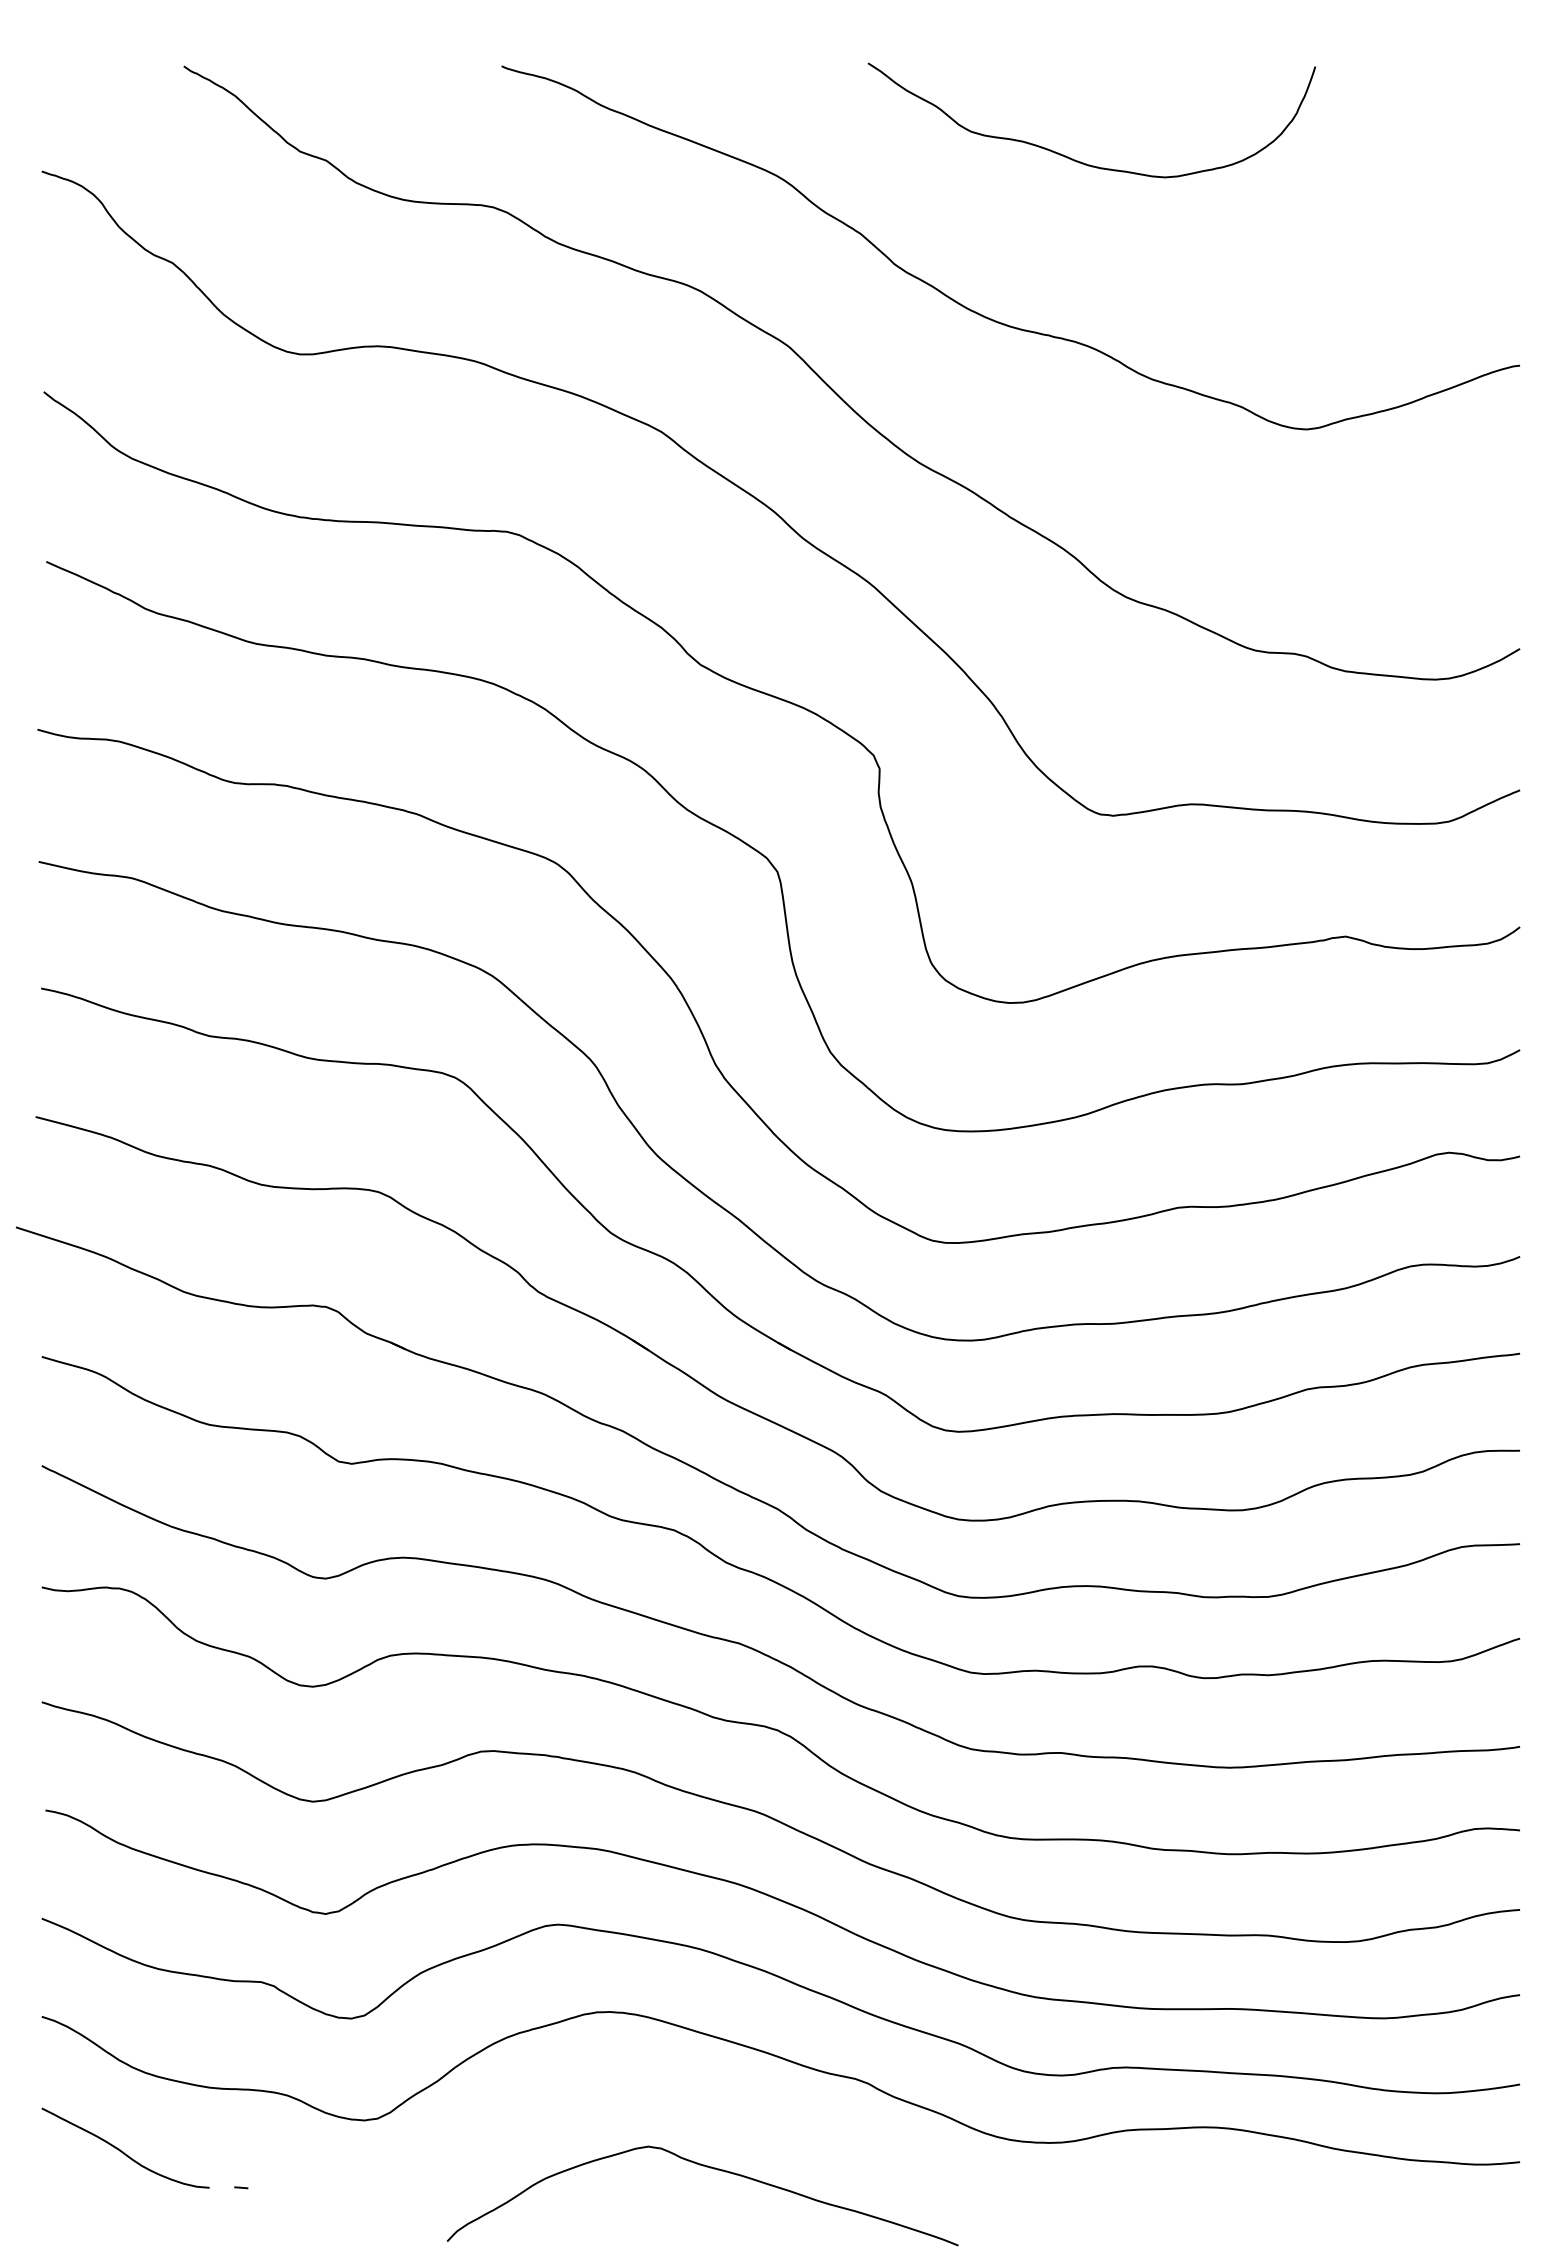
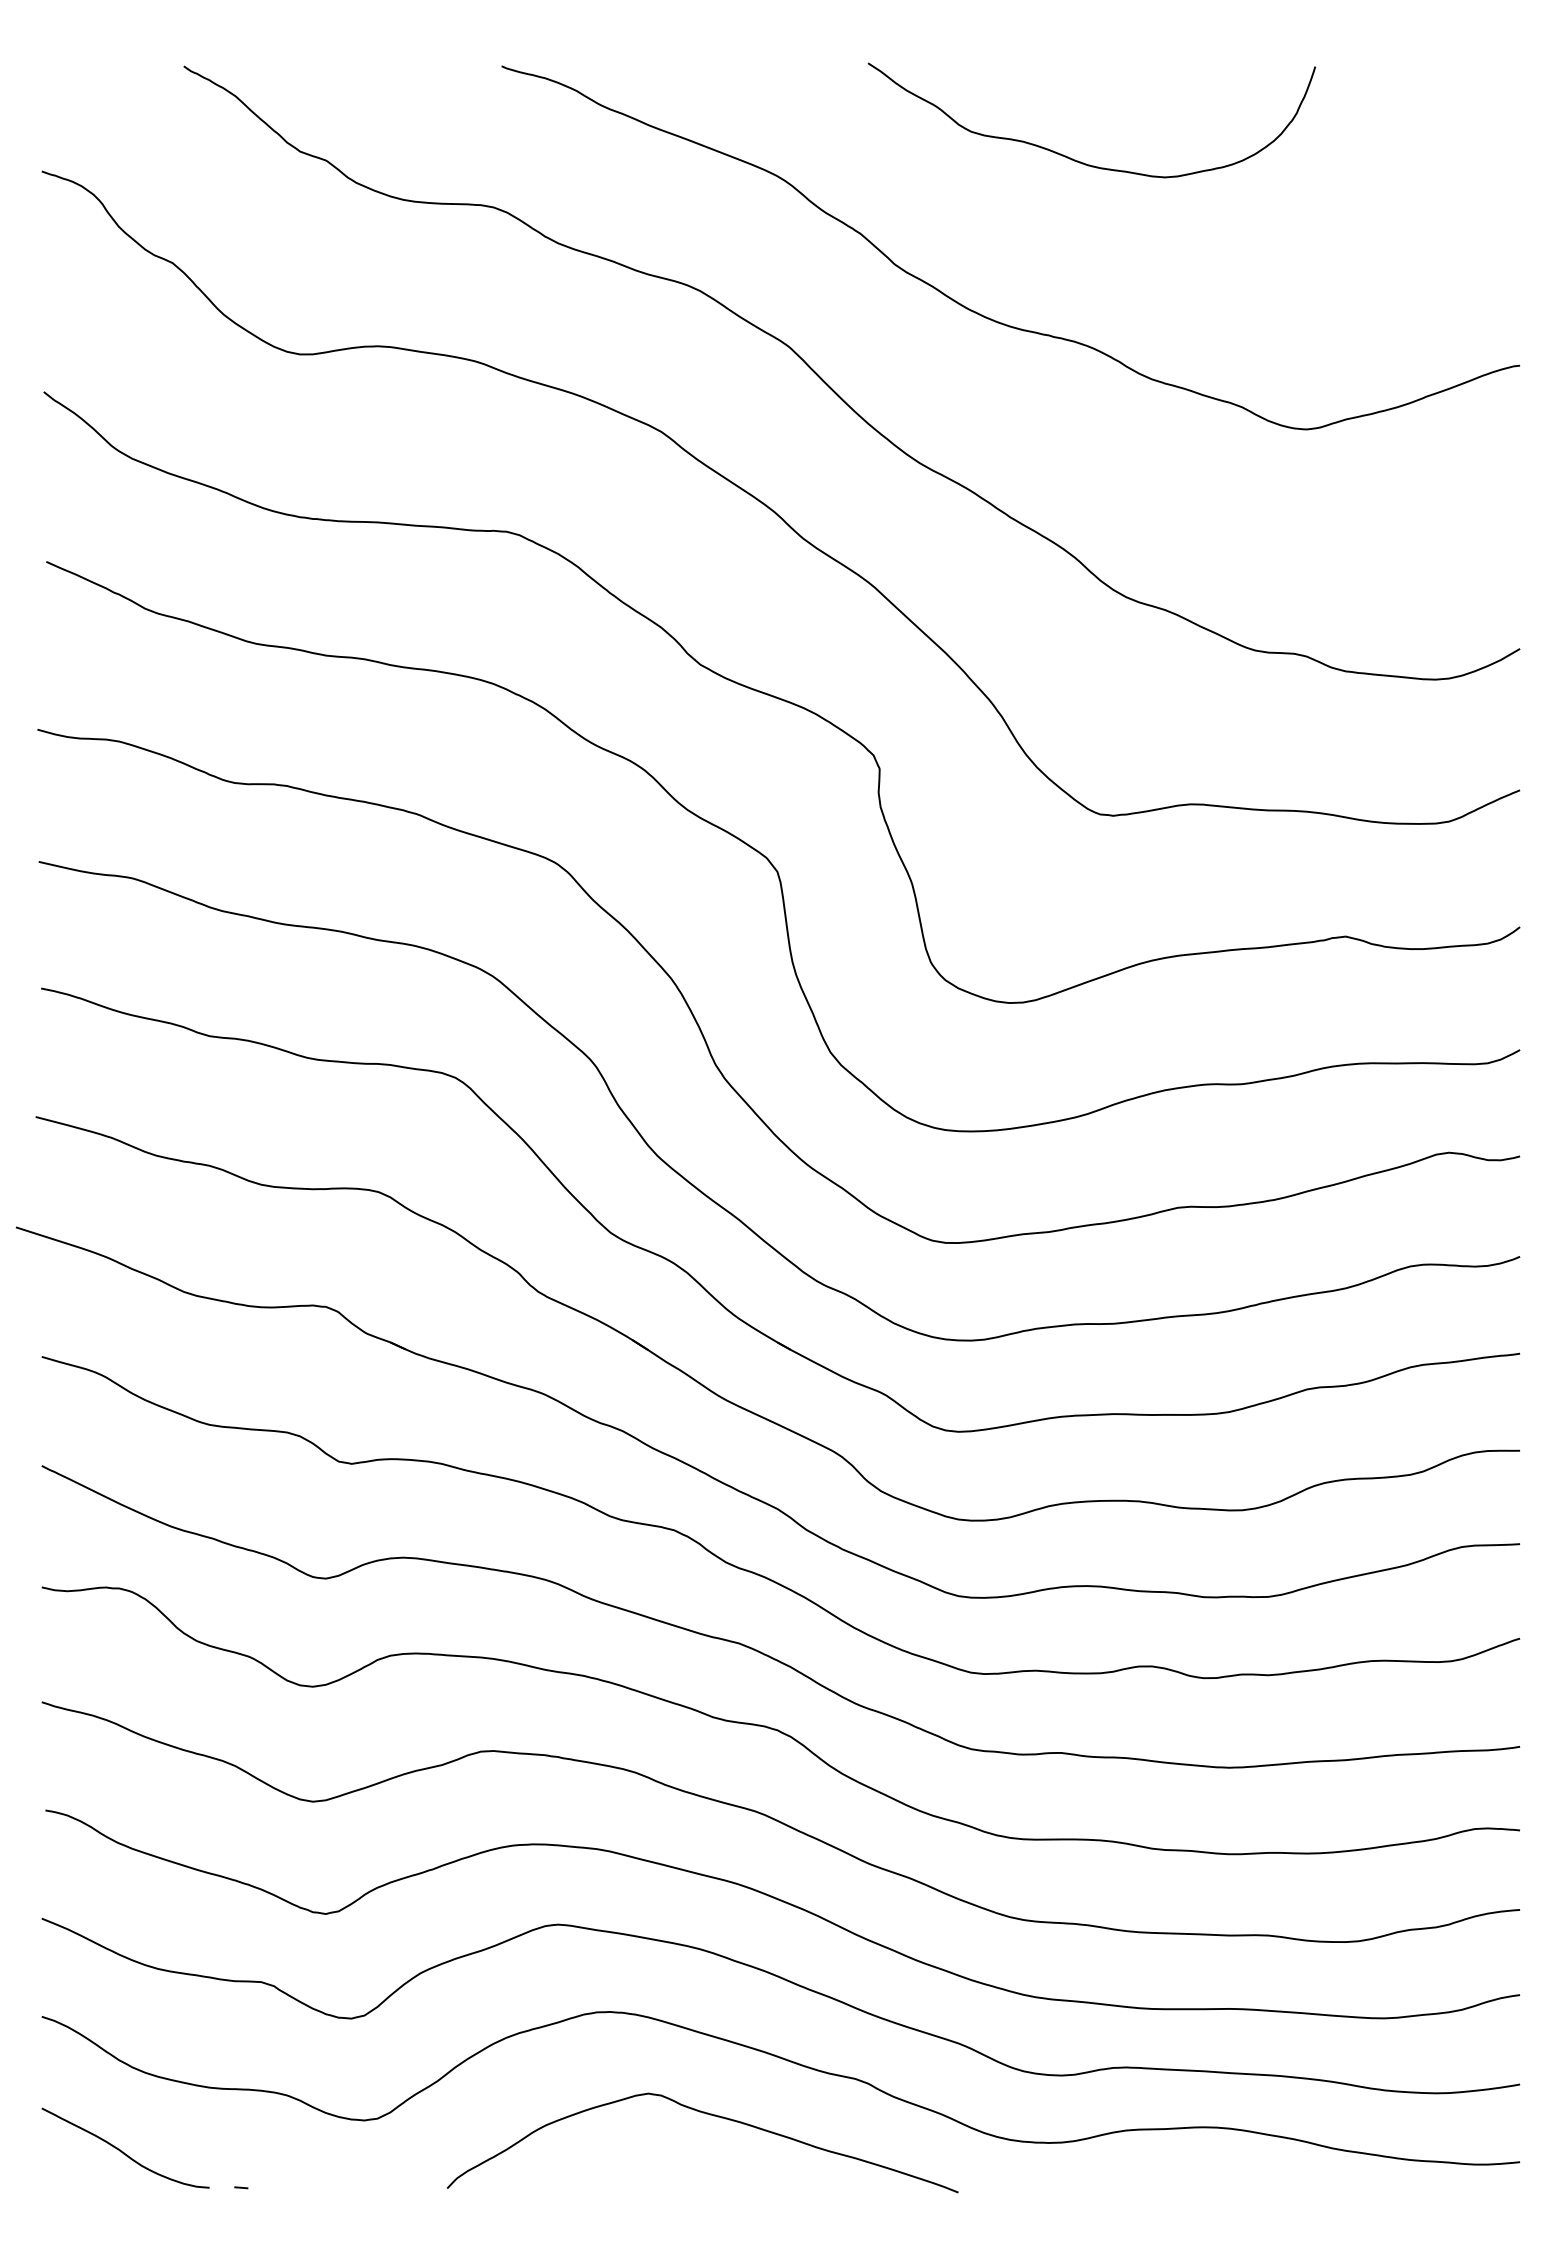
curve at (710, 2168) position: (710, 2168) -> (710, 2115)
